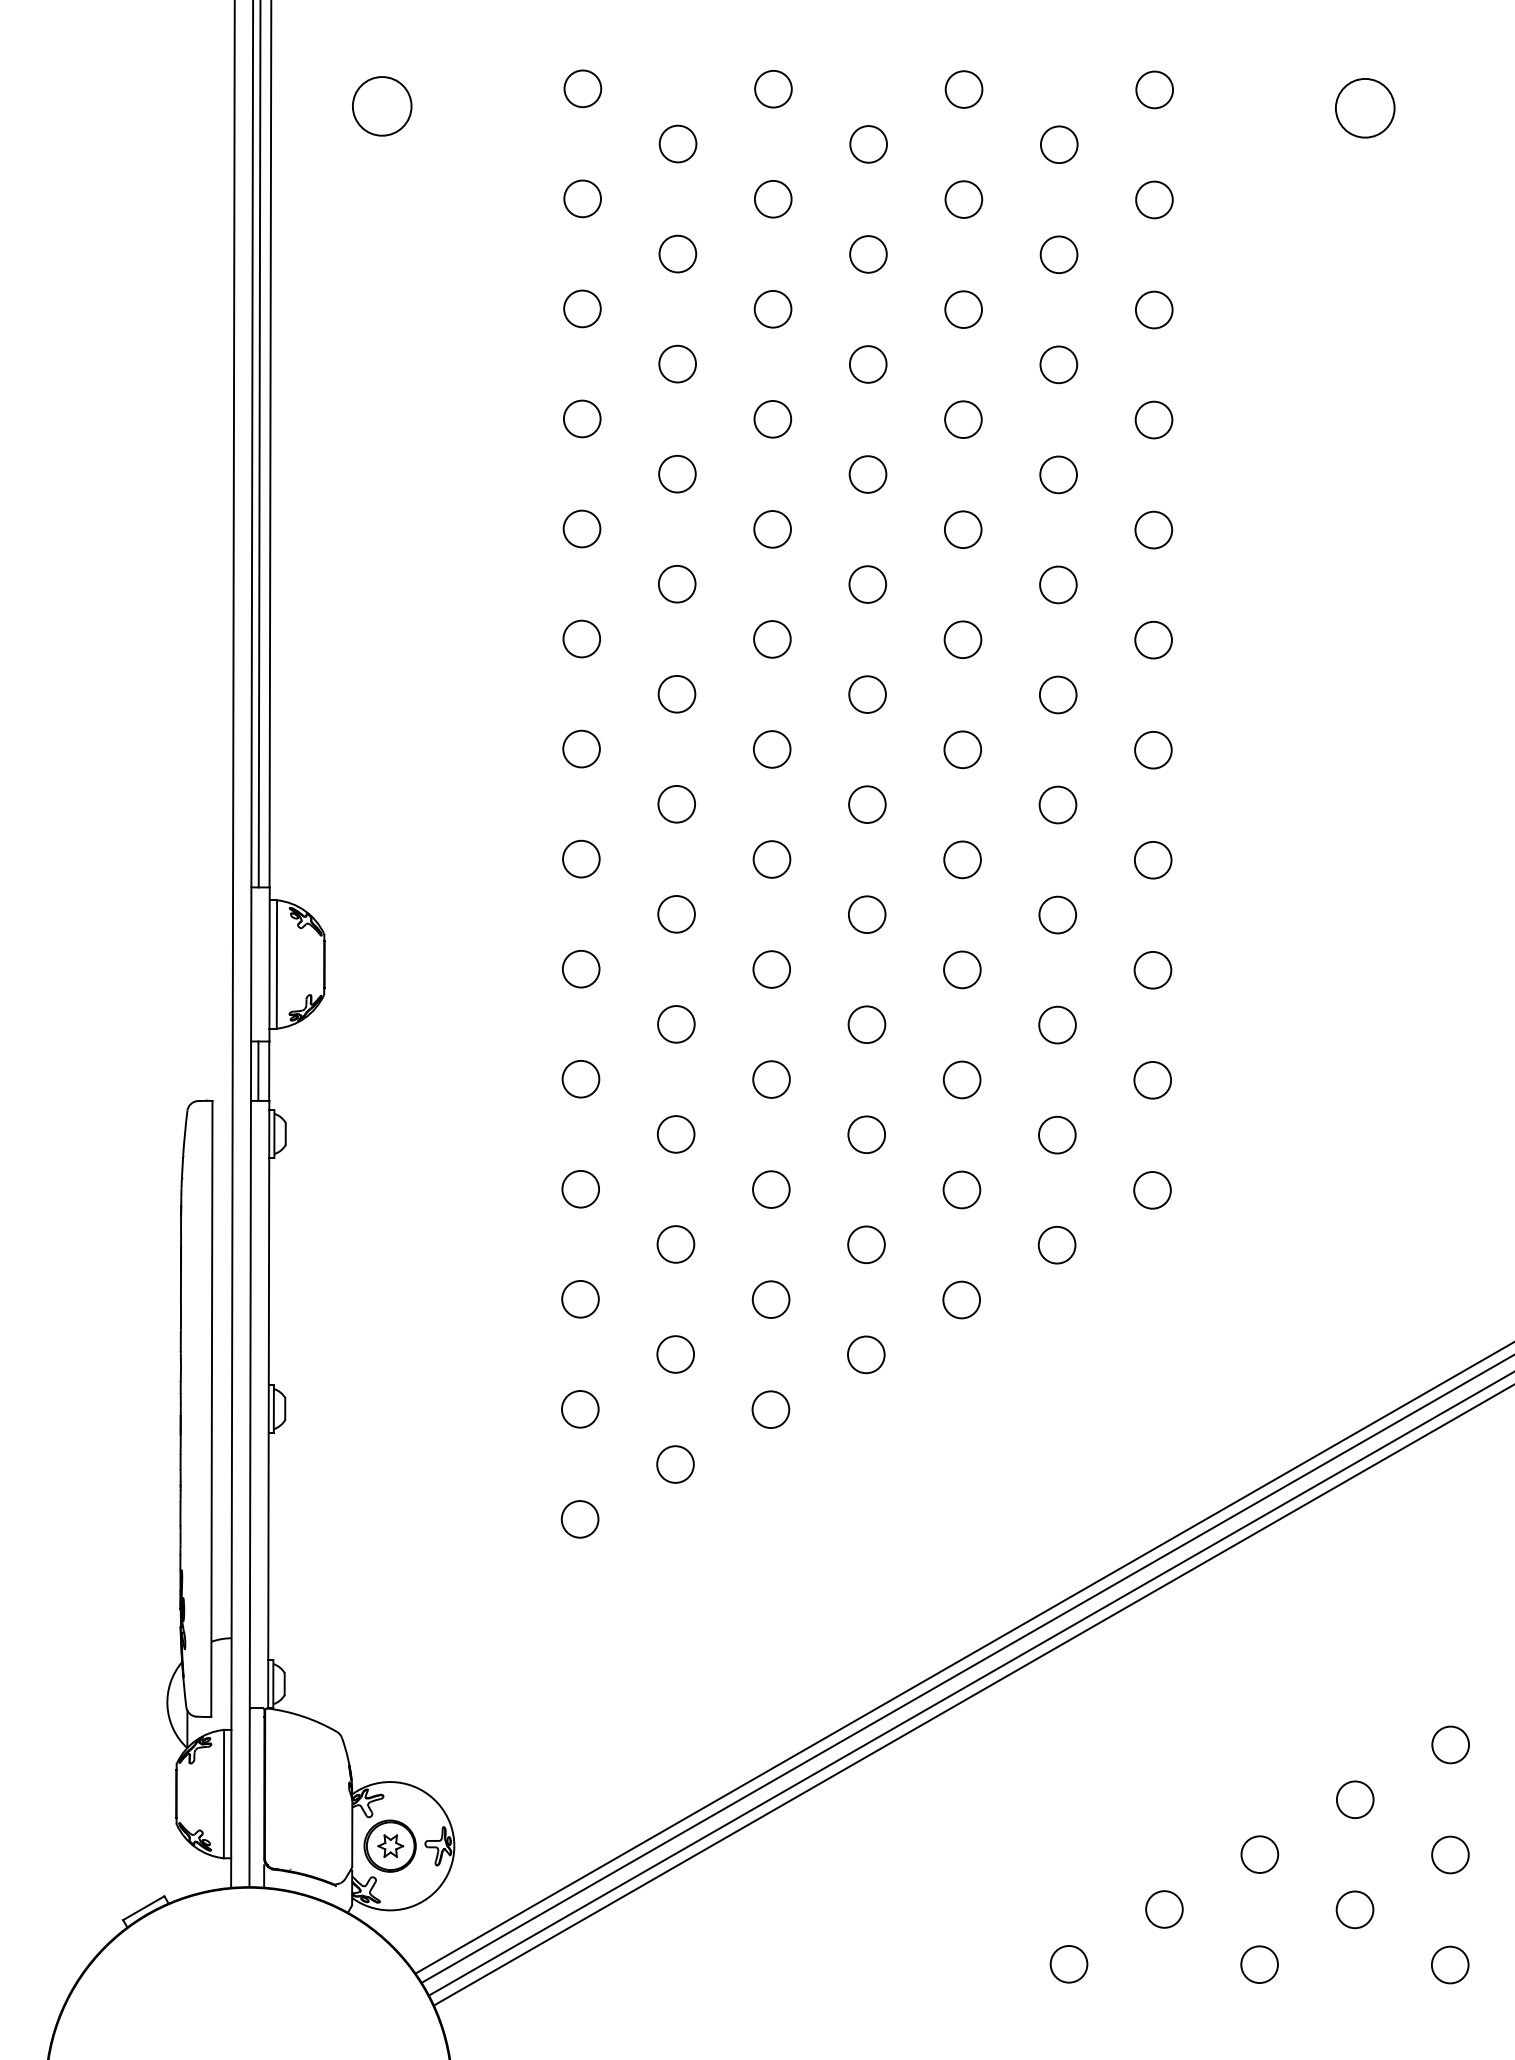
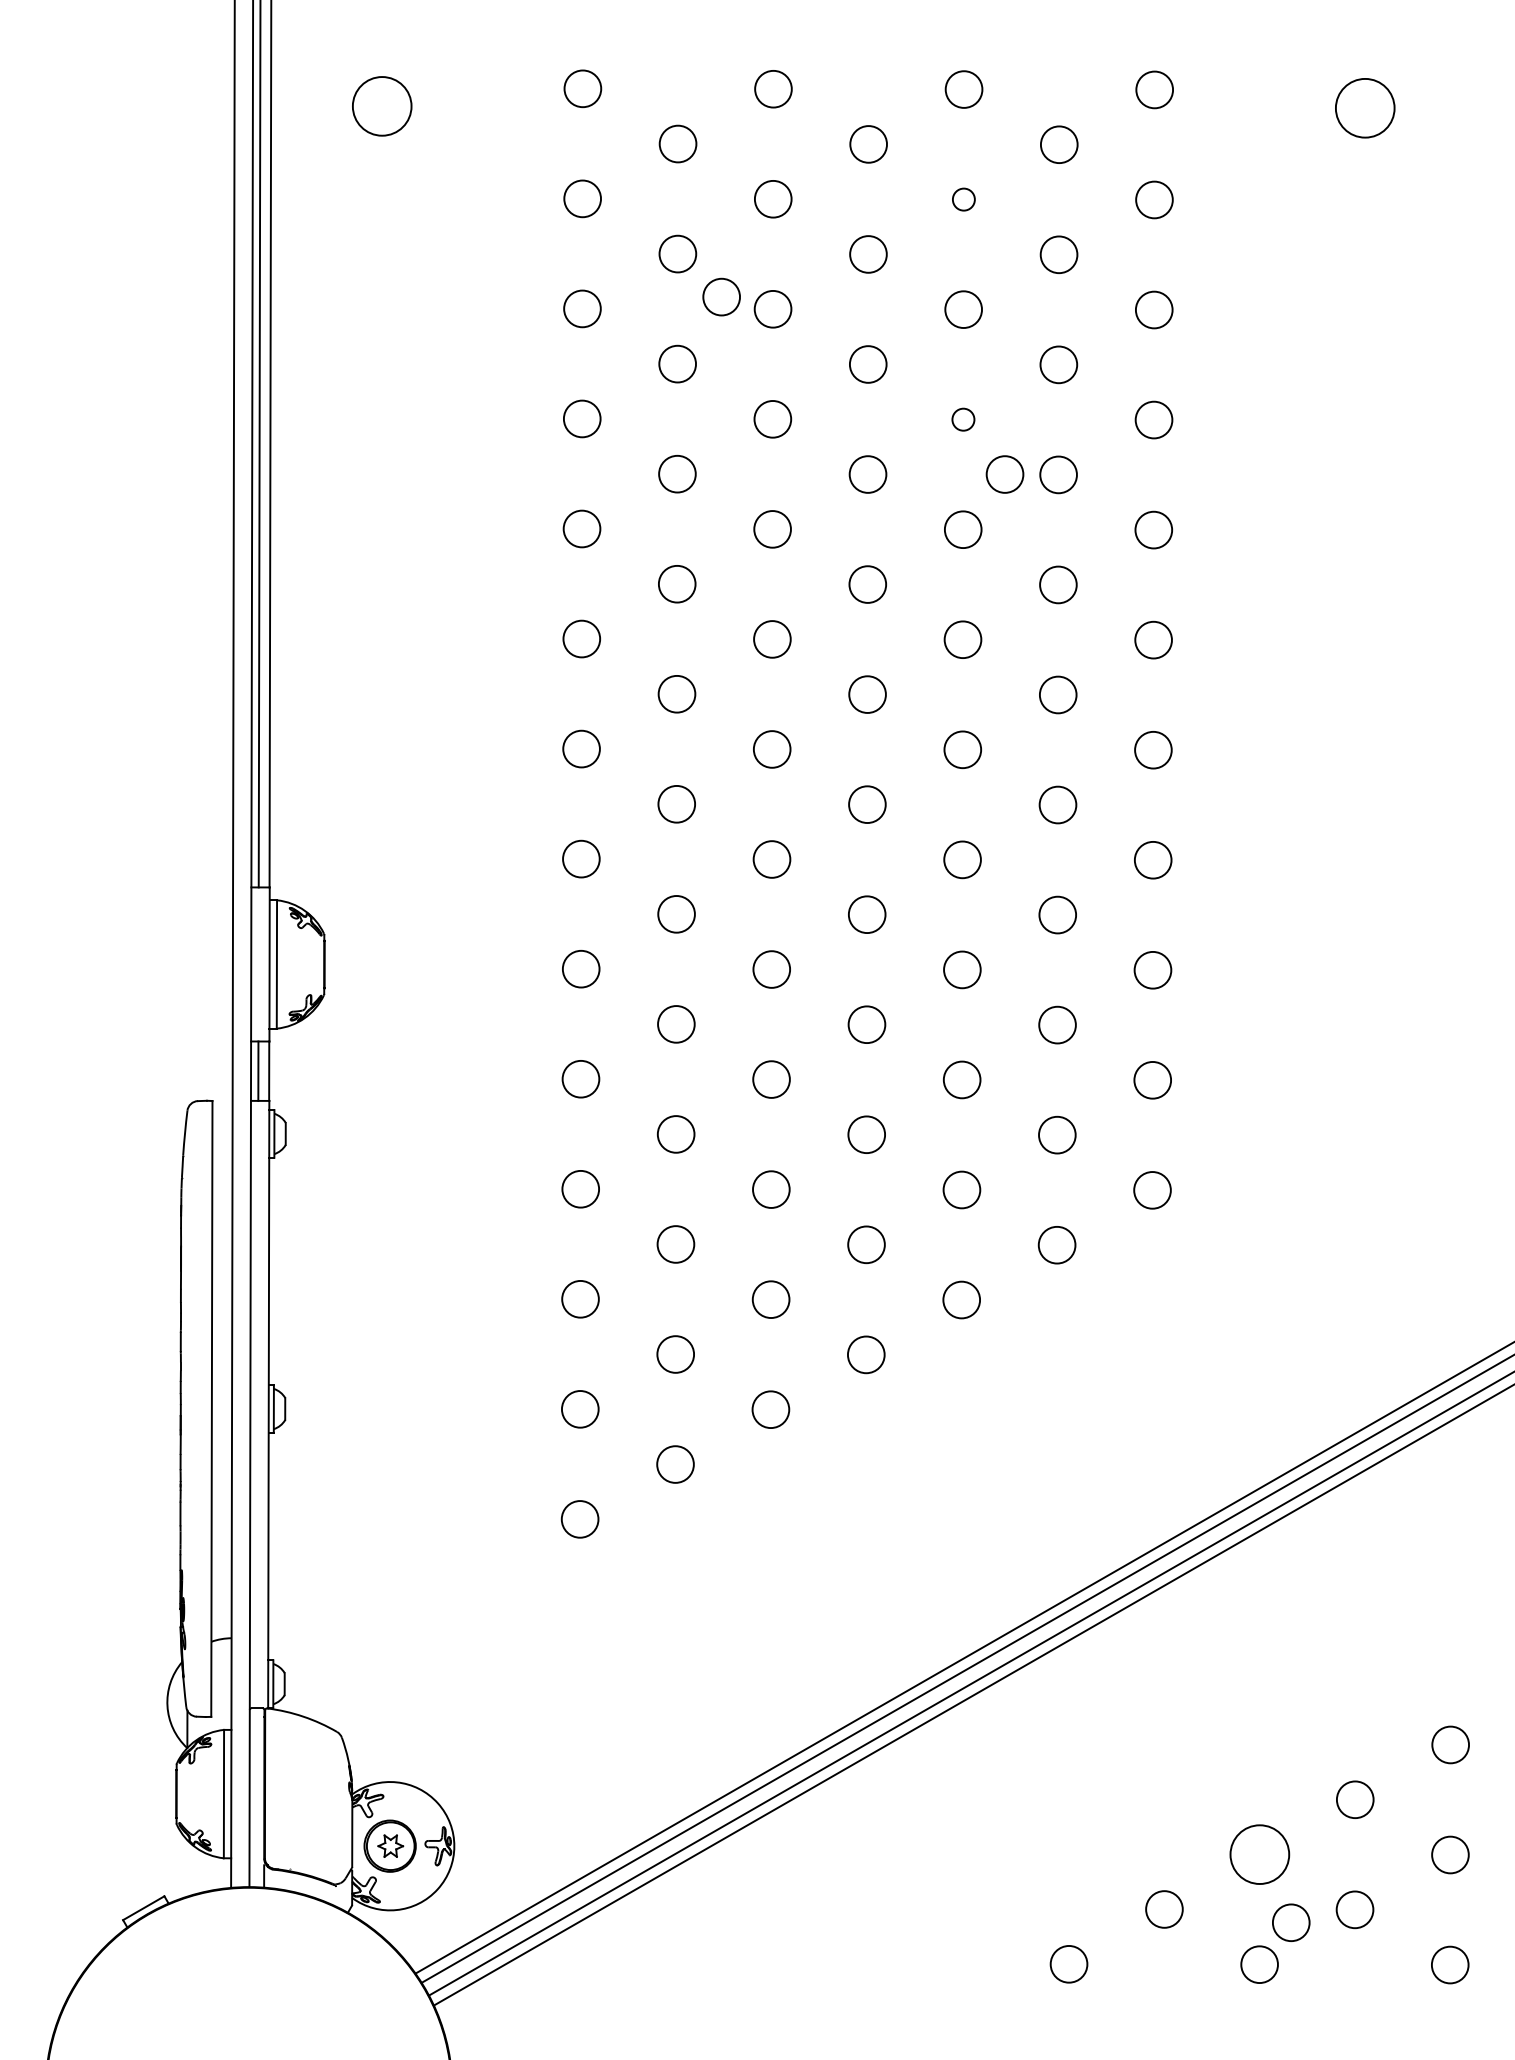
circle at (963, 199) diameter: 37 px -> 22 px
circle at (721, 296): none -> present
circle at (963, 419) diameter: 37 px -> 22 px
circle at (1004, 474): none -> present
circle at (1259, 1854) diameter: 37 px -> 59 px
circle at (1291, 1922): none -> present
